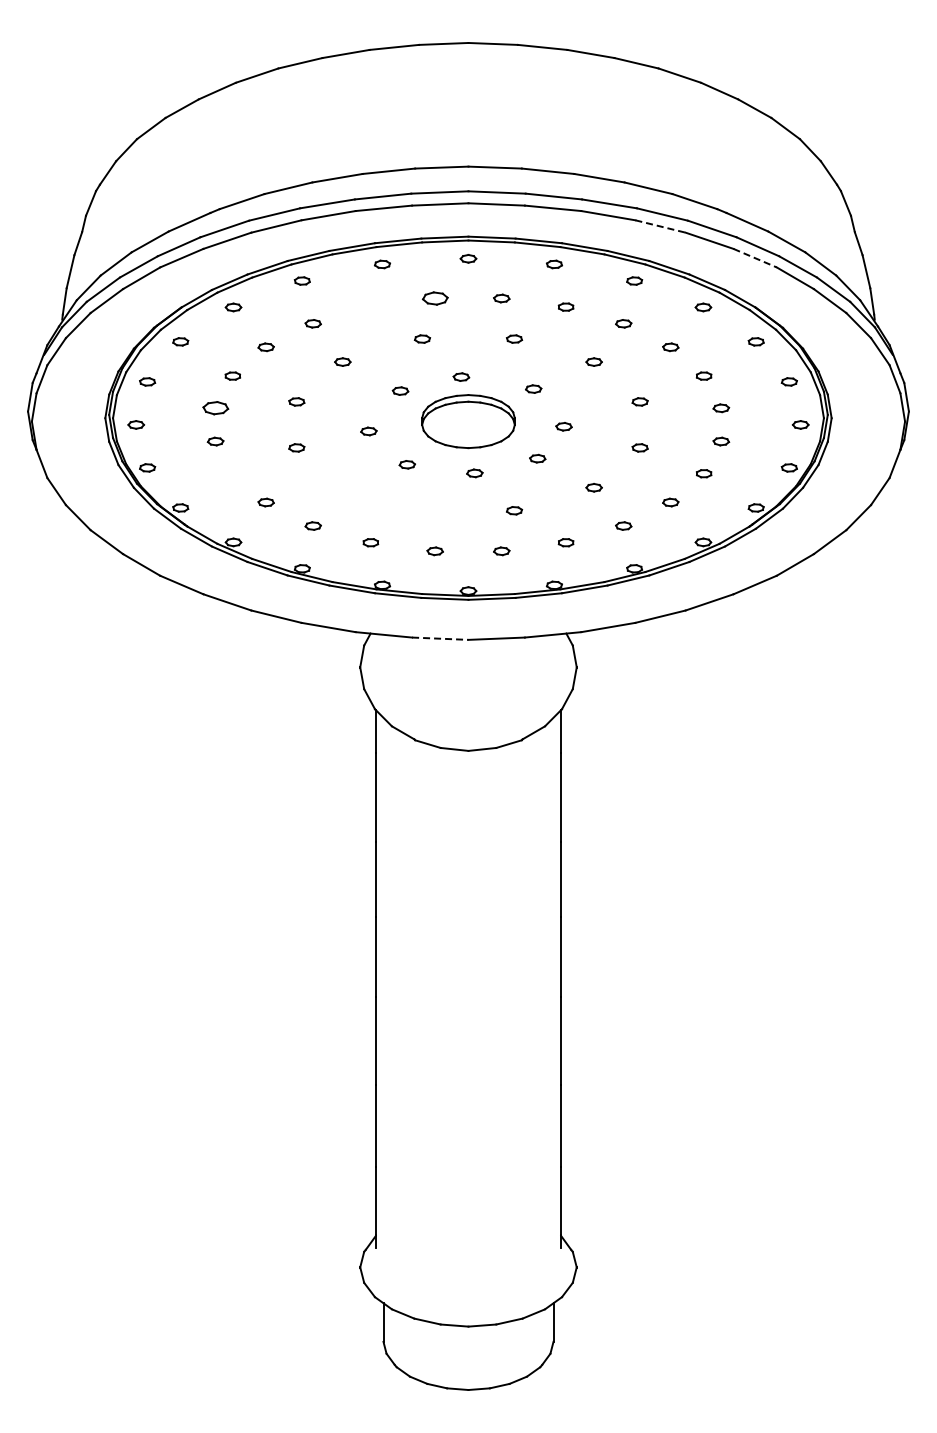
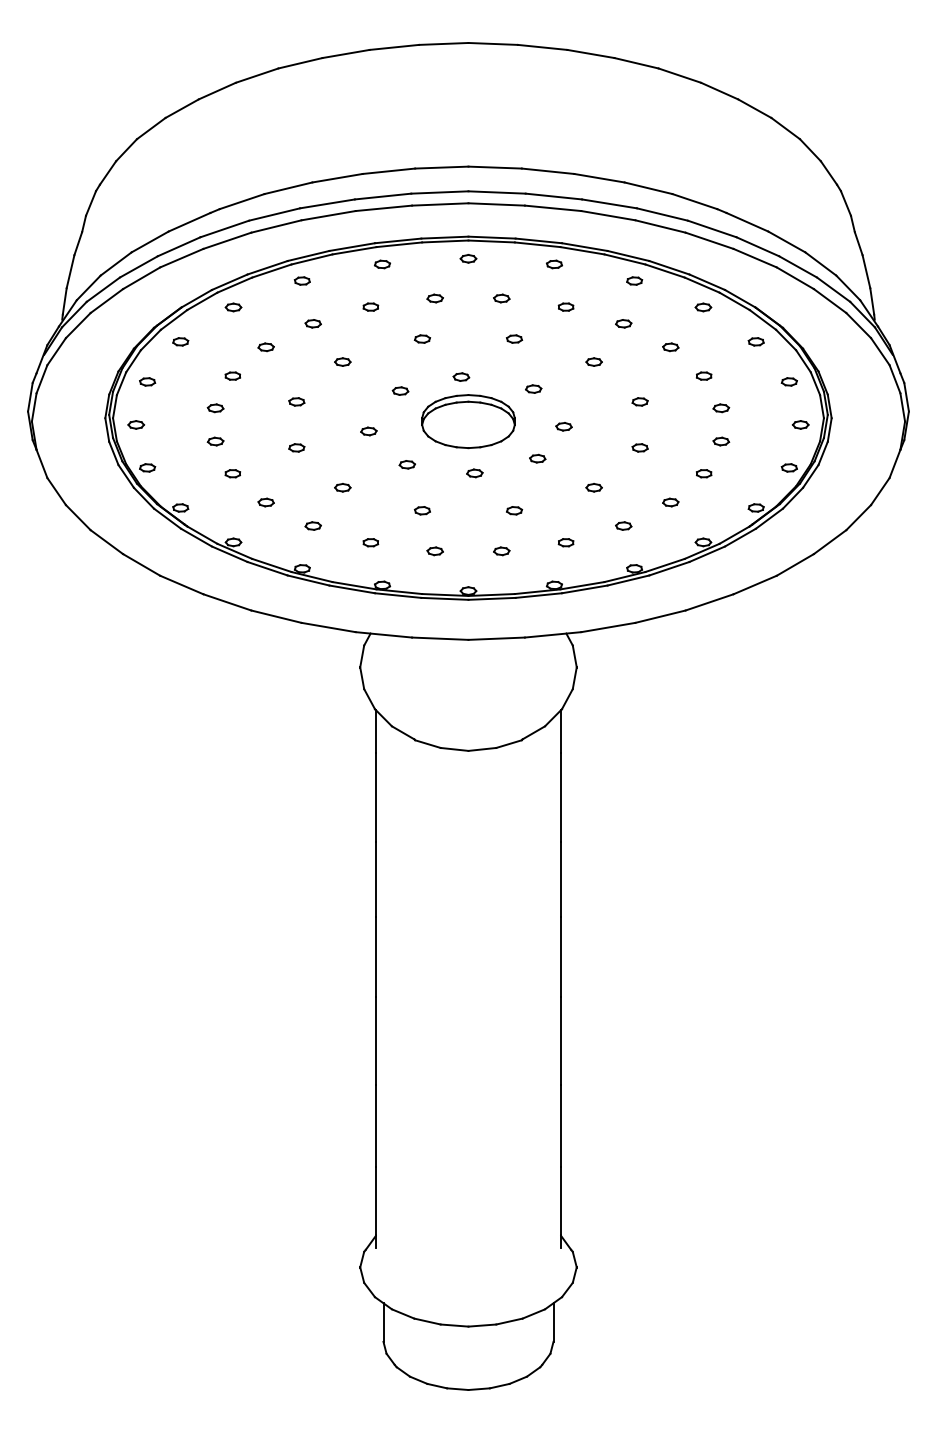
line at (660, 226): dashed -> solid
line at (755, 258): dashed -> solid
part at (434, 298) size: 28x15 px -> 18x11 px
part at (370, 306): none -> present
part at (215, 408) size: 28x15 px -> 19x11 px
part at (232, 473): none -> present
part at (342, 487): none -> present
part at (421, 510): none -> present
line at (440, 638): dashed -> solid
